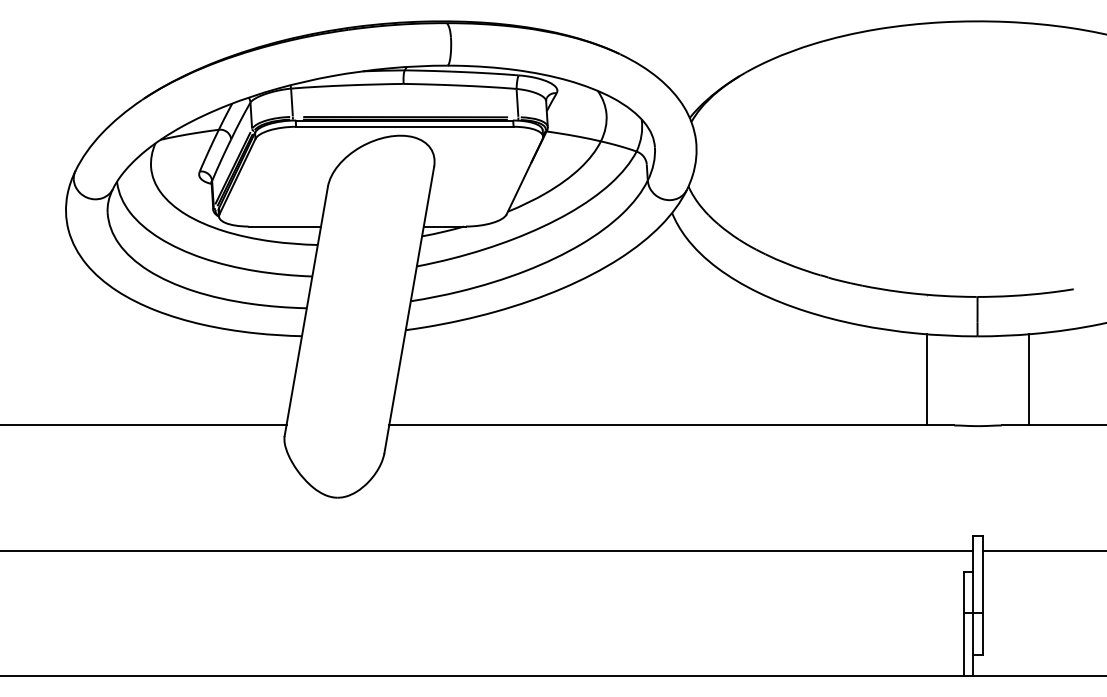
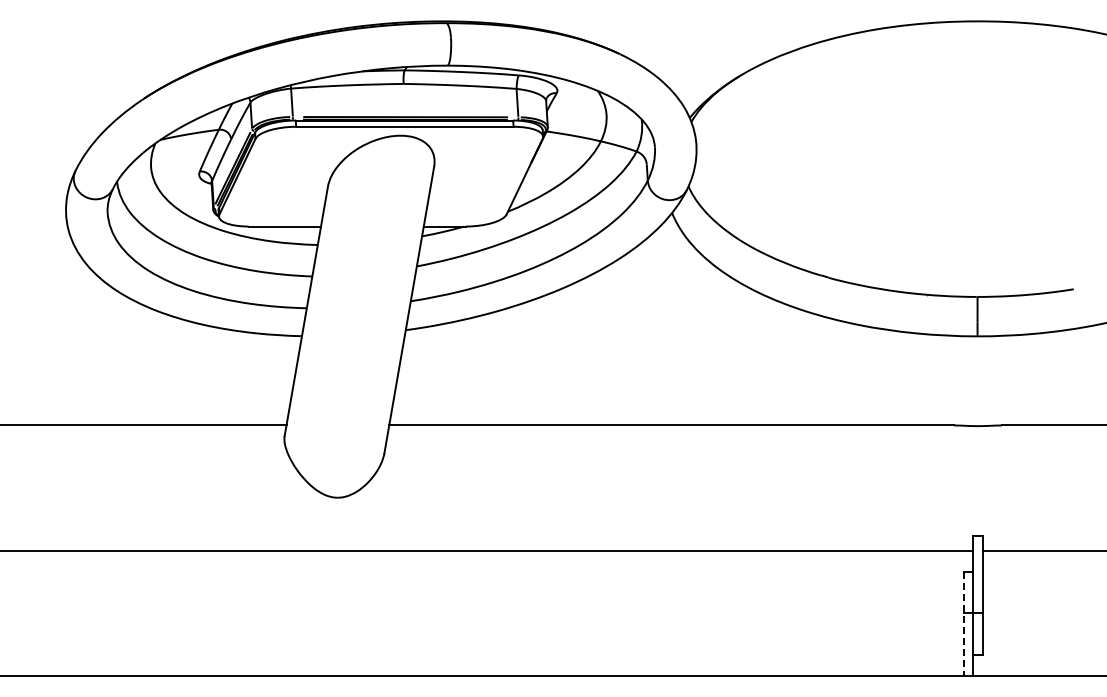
line at (927, 379): present -> none
line at (1028, 379): present -> none
line at (963, 624): solid -> dashed
